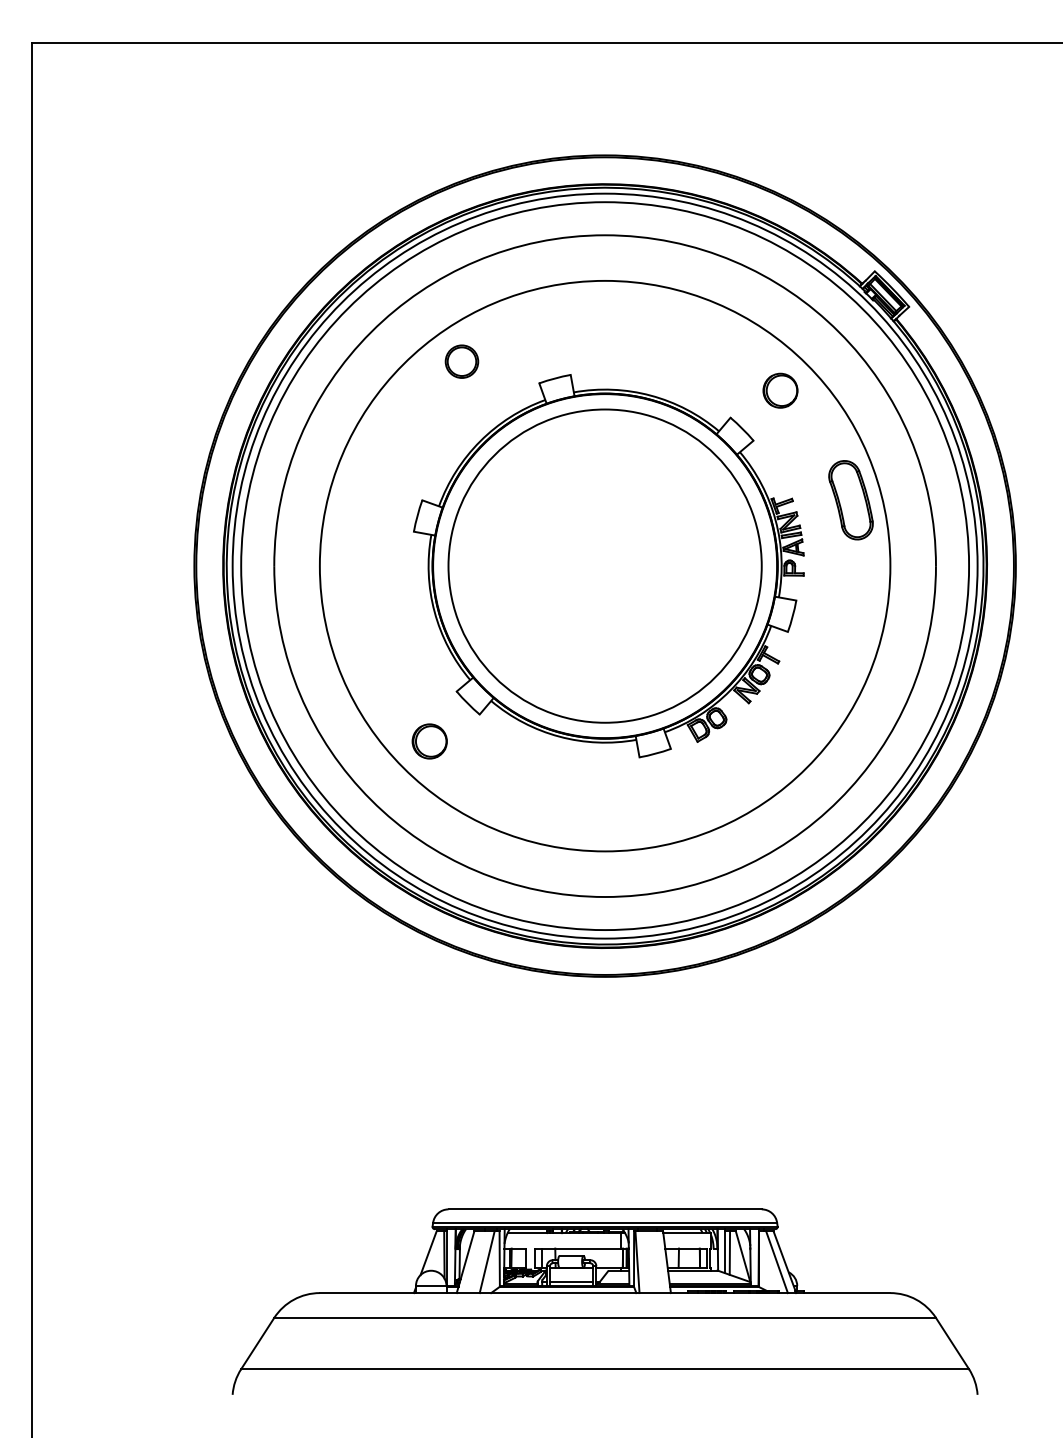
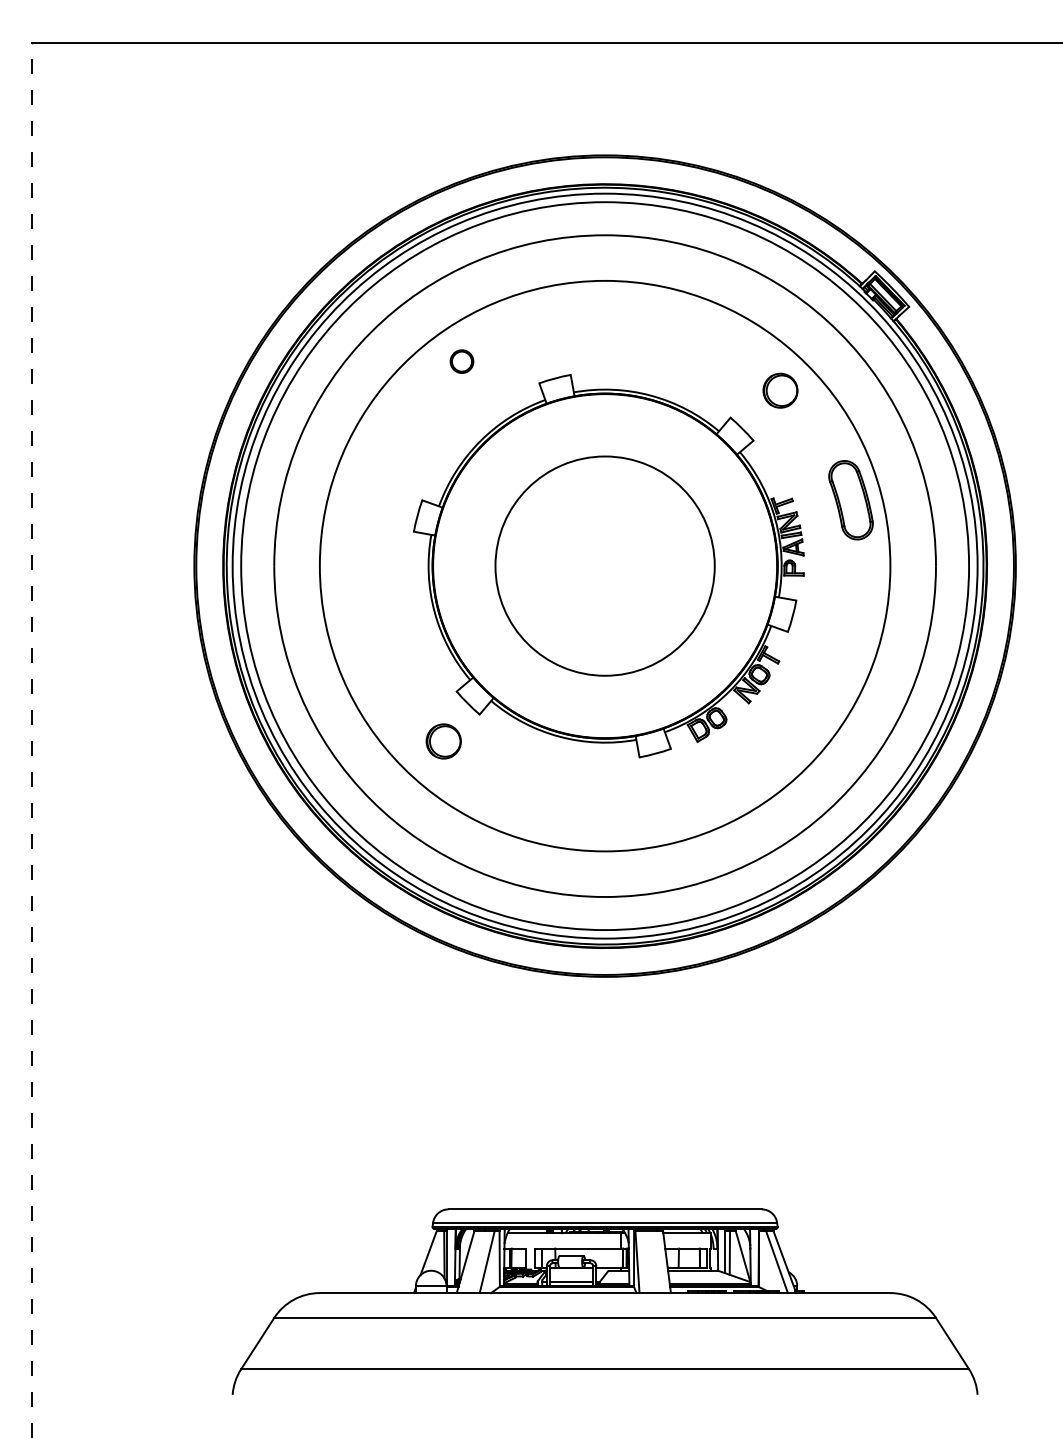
part at (461, 361) size: 36x35 px -> 26x25 px
circle at (604, 565) diameter: 313 px -> 219 px
line at (31, 739): solid -> dashed
part at (429, 741) position: (429, 741) -> (443, 741)
